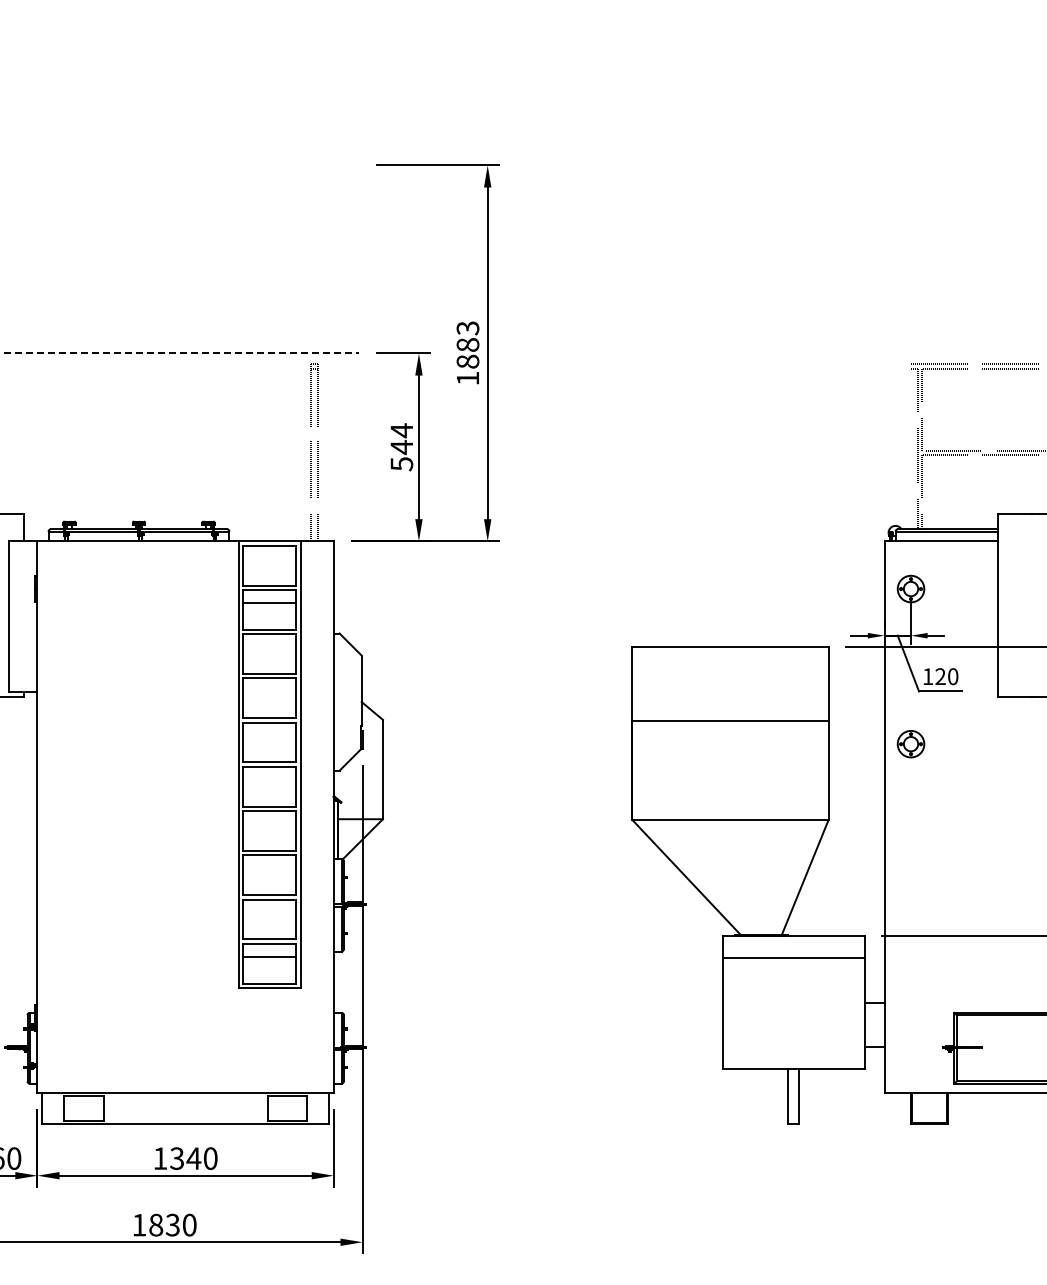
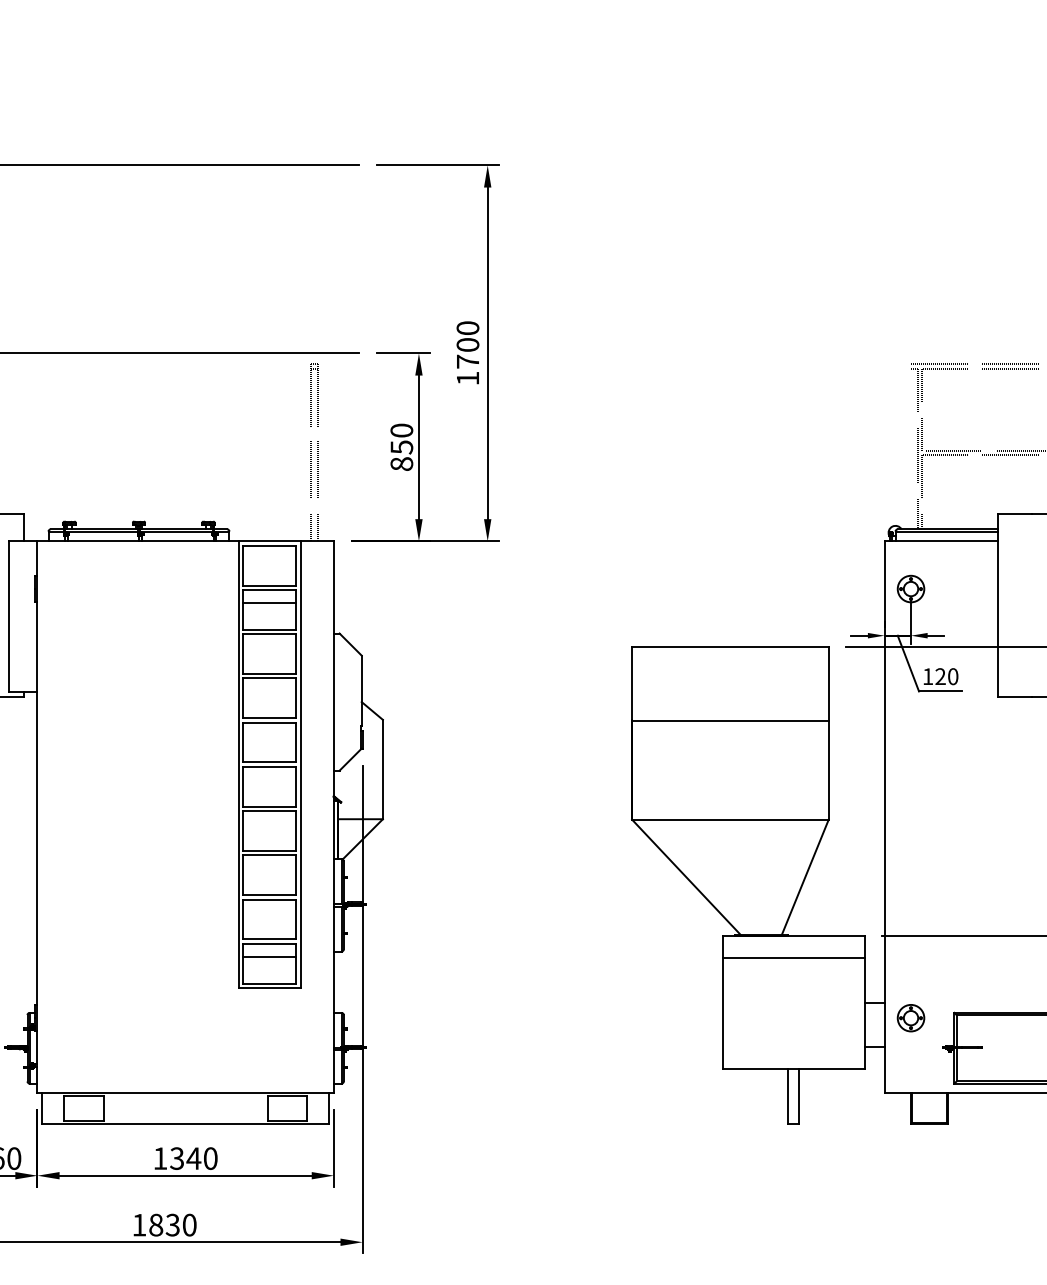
line at (180, 165): none -> present
text at (467, 344): 1883 -> 1700
line at (180, 353): dashed -> solid
text at (401, 447): 544 -> 850
part at (910, 744) position: (910, 744) -> (910, 1018)
